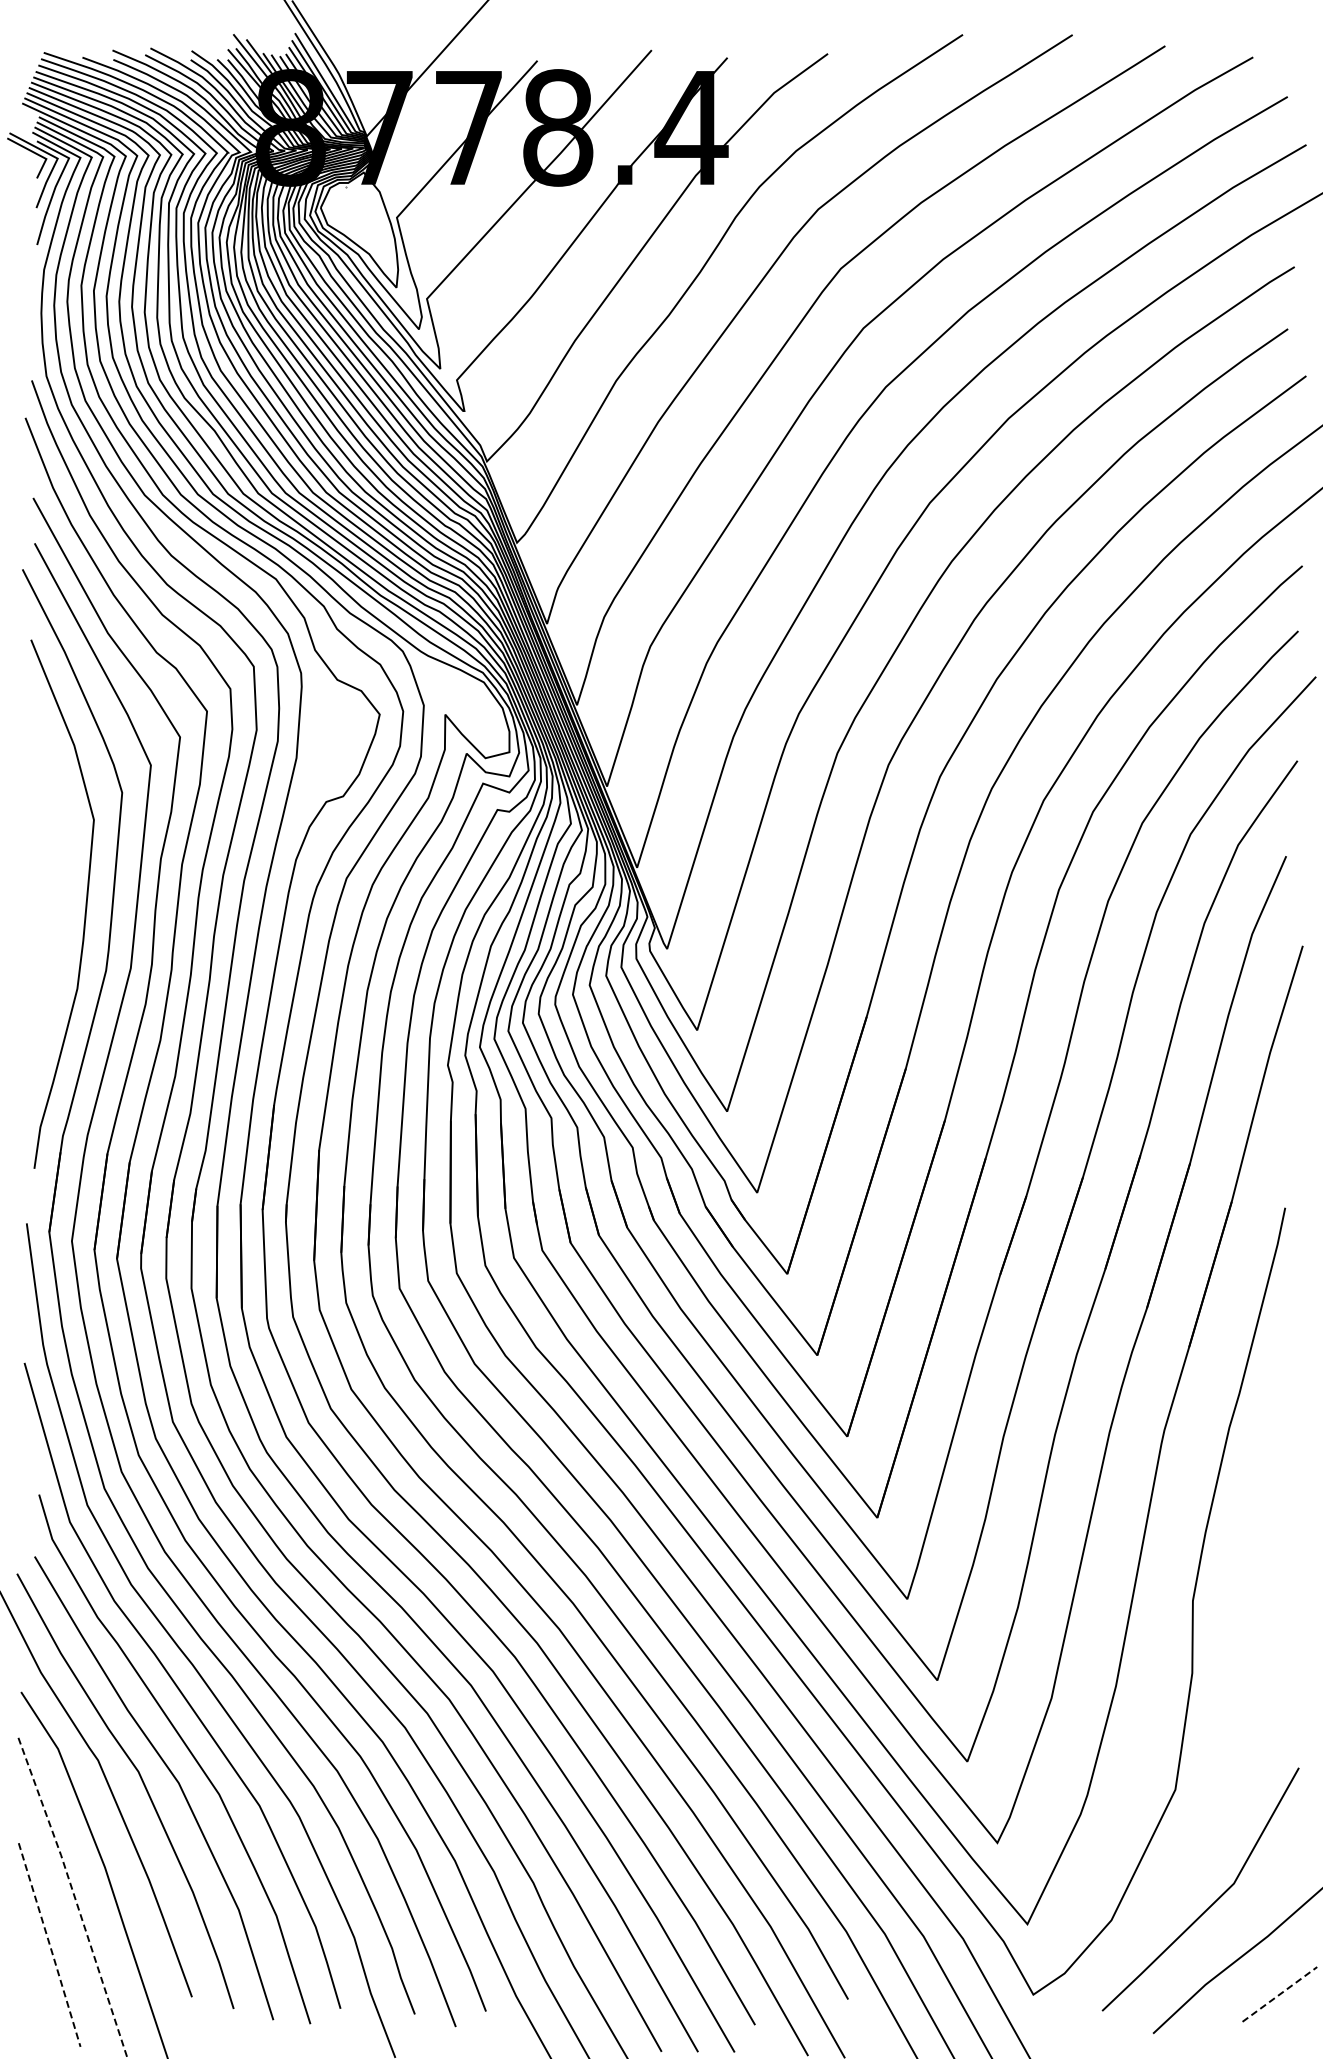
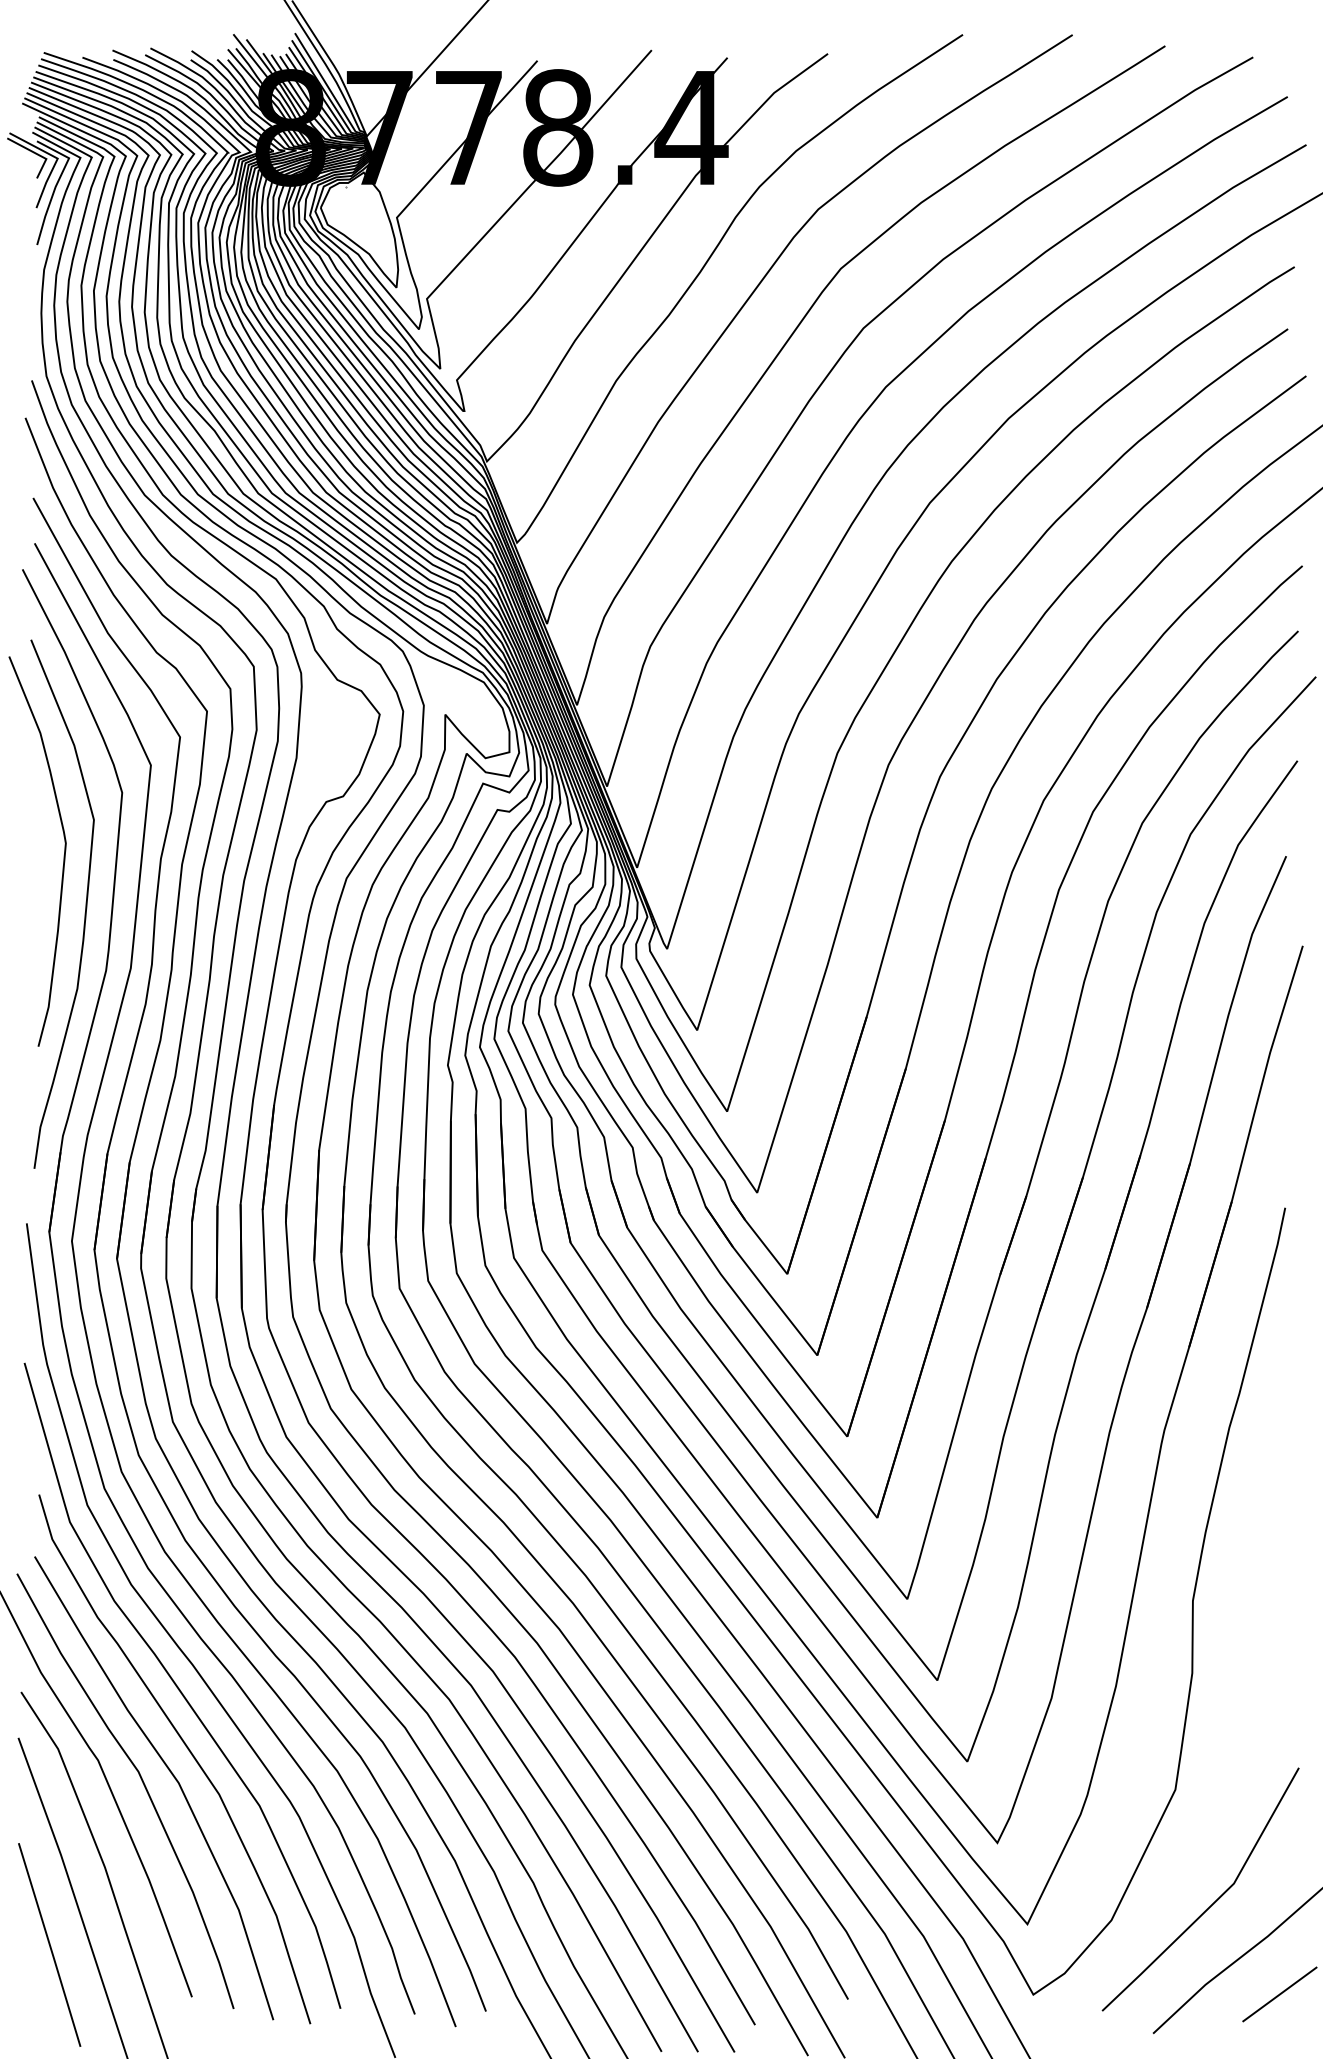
curve at (63, 855): none -> present
line at (74, 1896): dashed -> solid
line at (50, 1945): dashed -> solid
line at (1280, 1994): dashed -> solid
